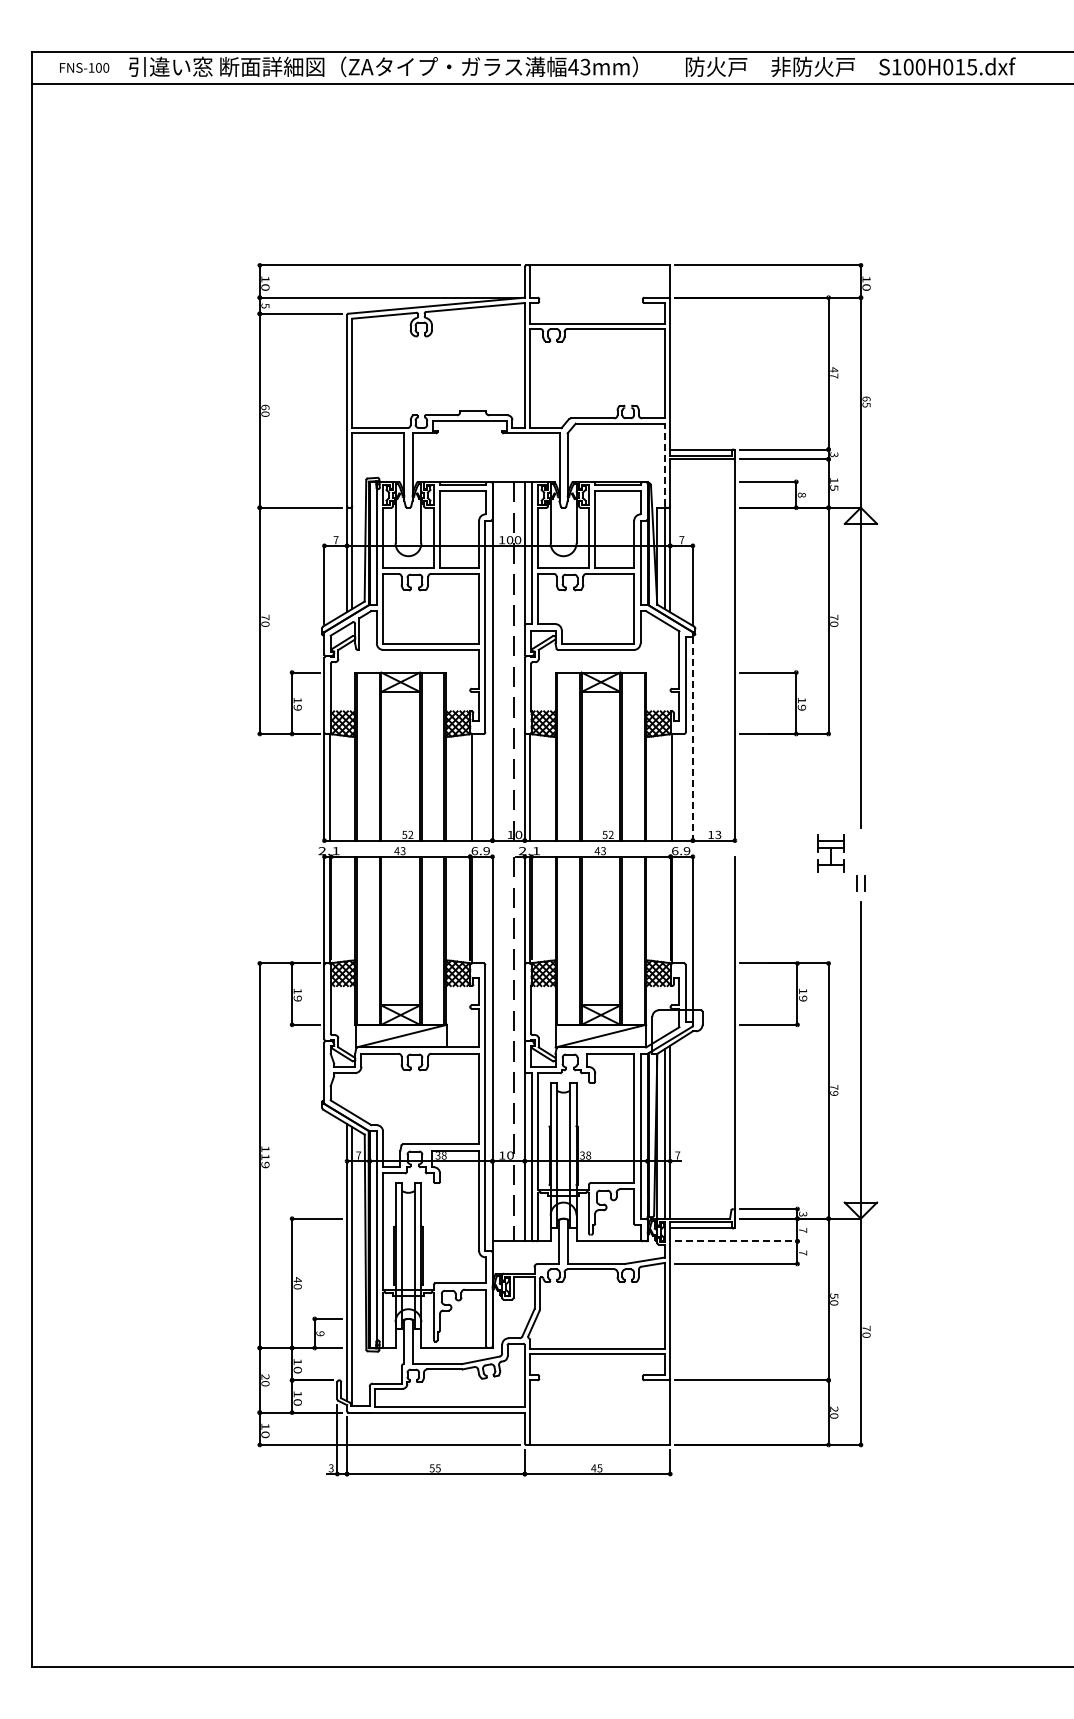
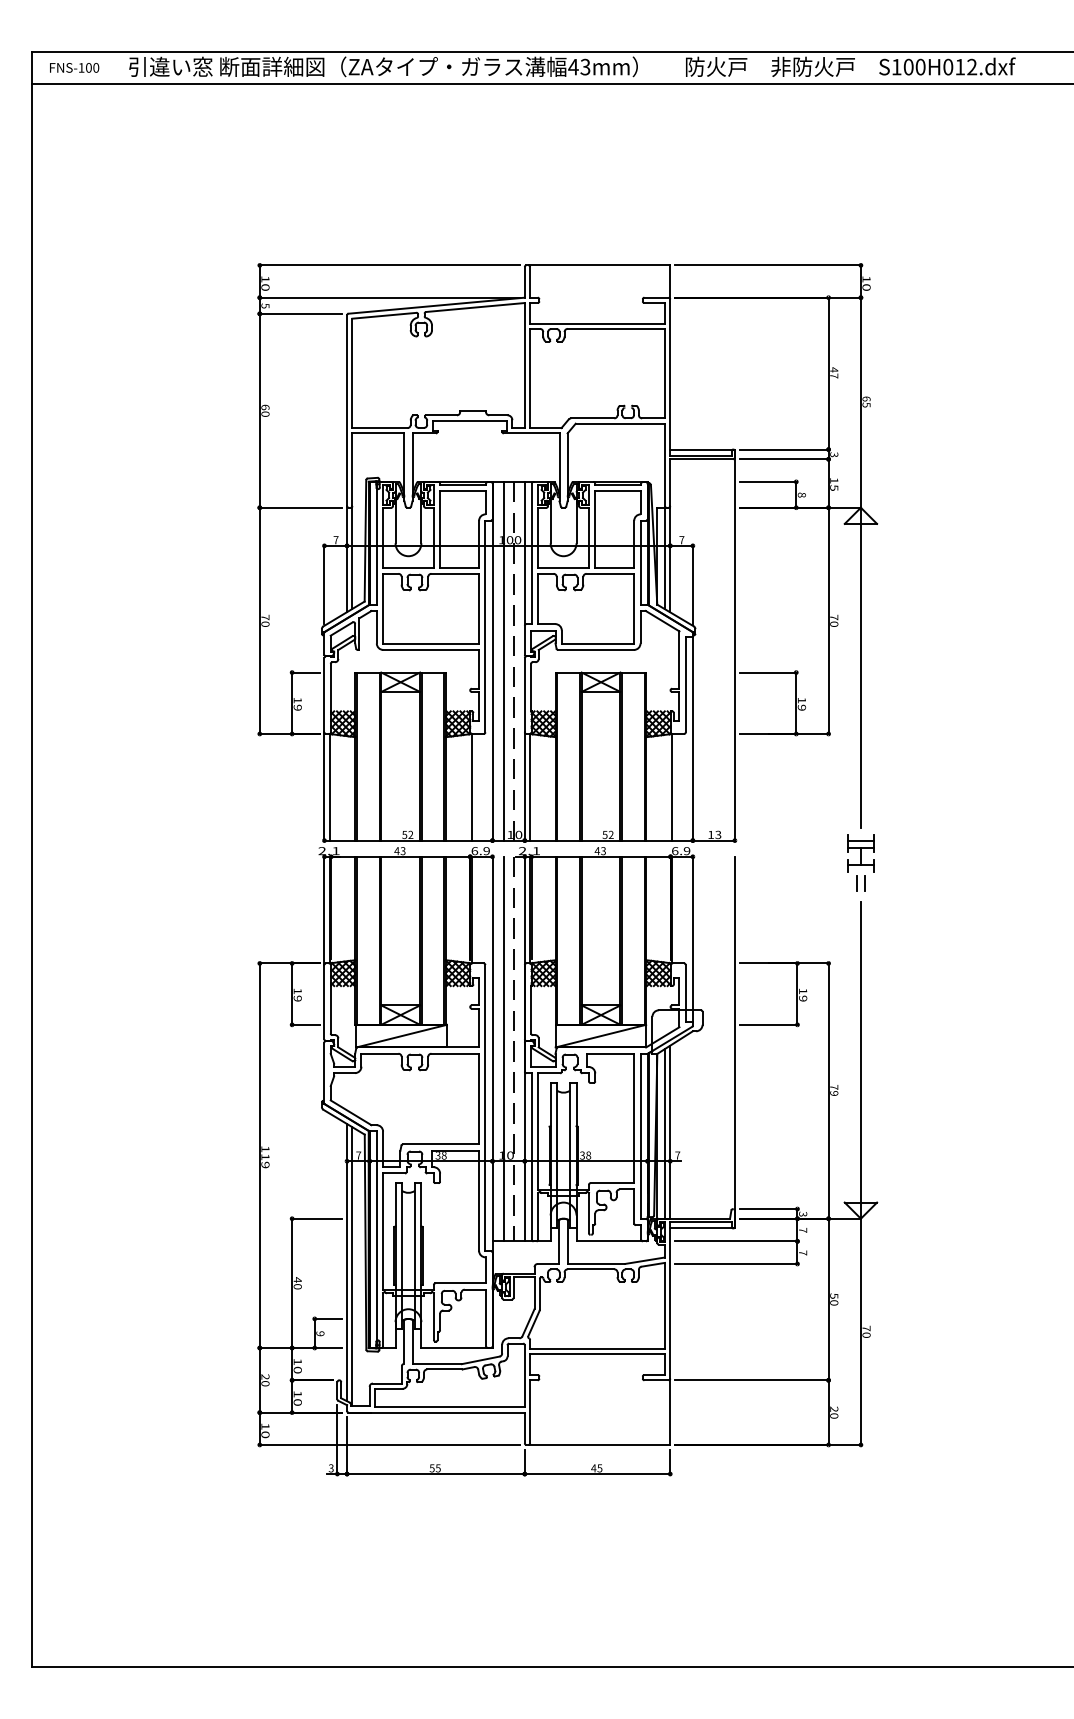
text at (972, 66): S100H015.dxf -> S100H012.dxf
text at (84, 67) position: (84, 67) -> (74, 67)
line at (664, 464): dashed -> solid
line at (503, 660): none -> present
line at (692, 738): dashed -> solid
part at (830, 853) position: (830, 853) -> (860, 853)
line at (503, 1048): none -> present
line at (736, 1241): dashed -> solid
